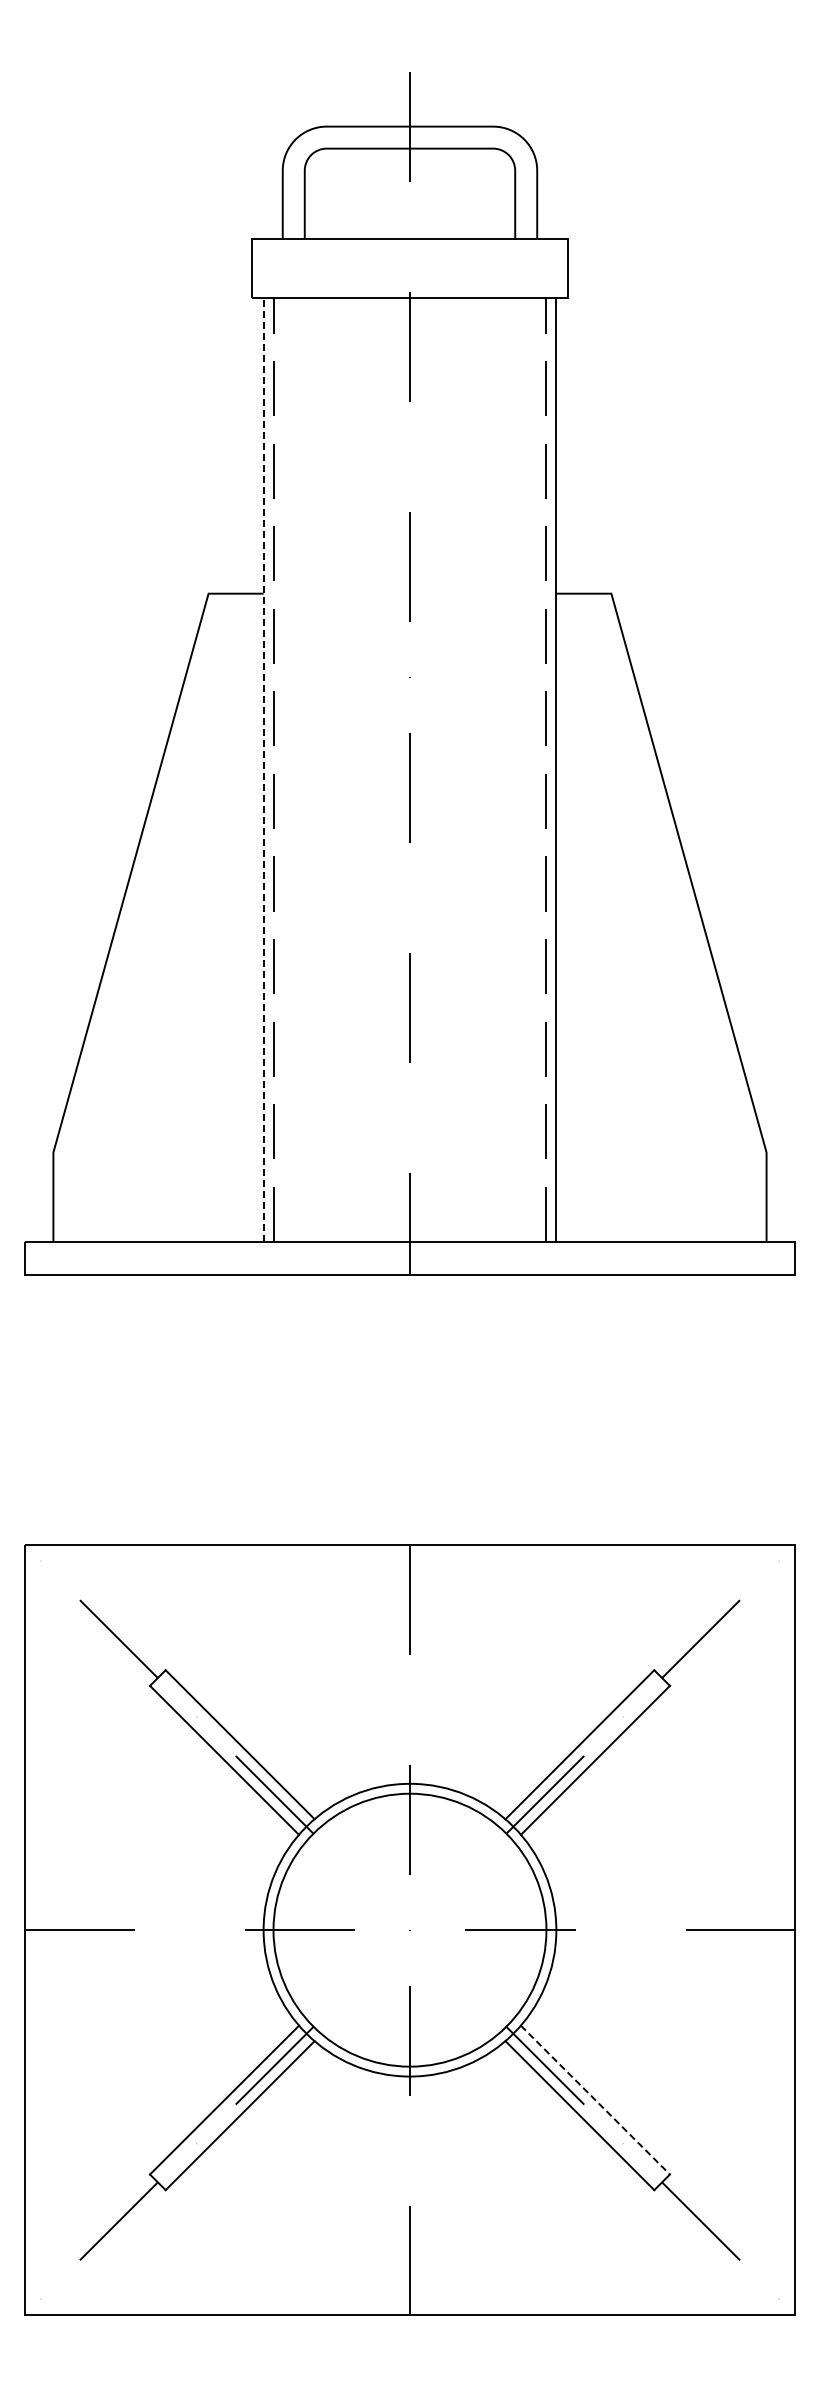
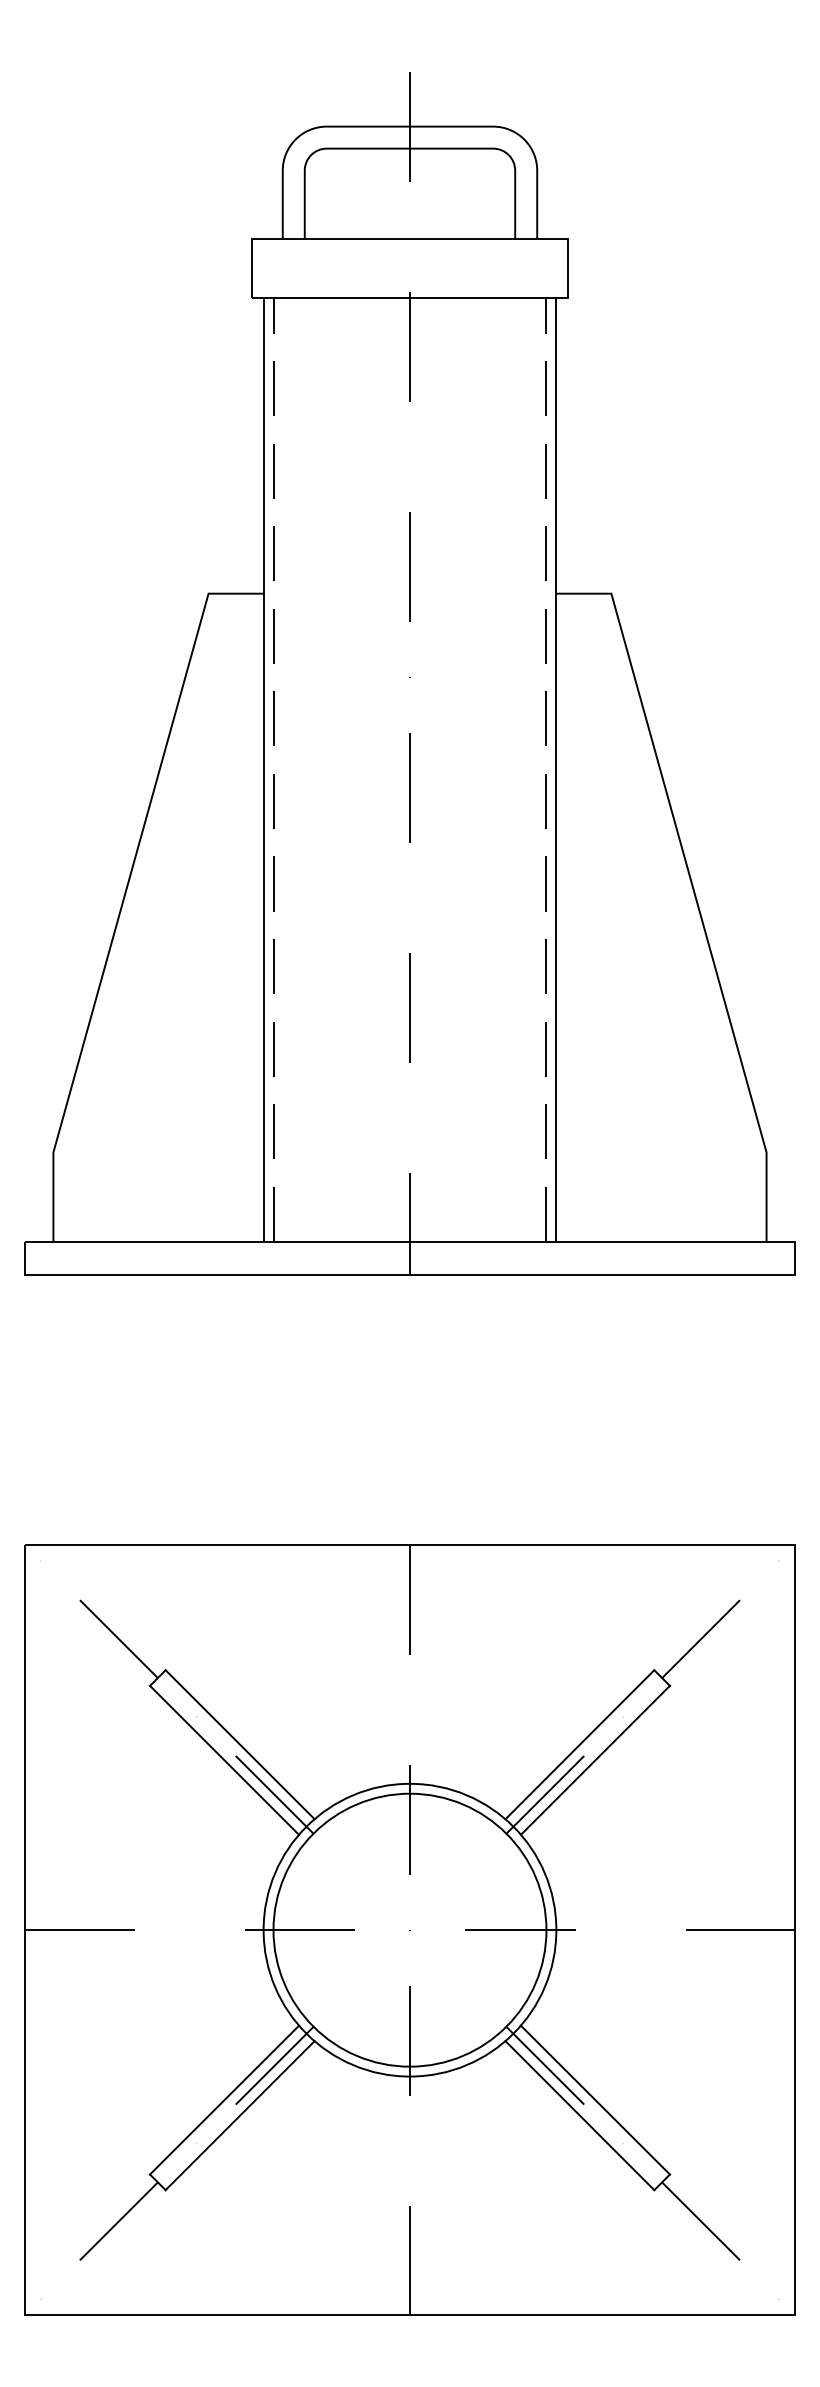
line at (263, 769): dashed -> solid
line at (595, 2100): dashed -> solid
